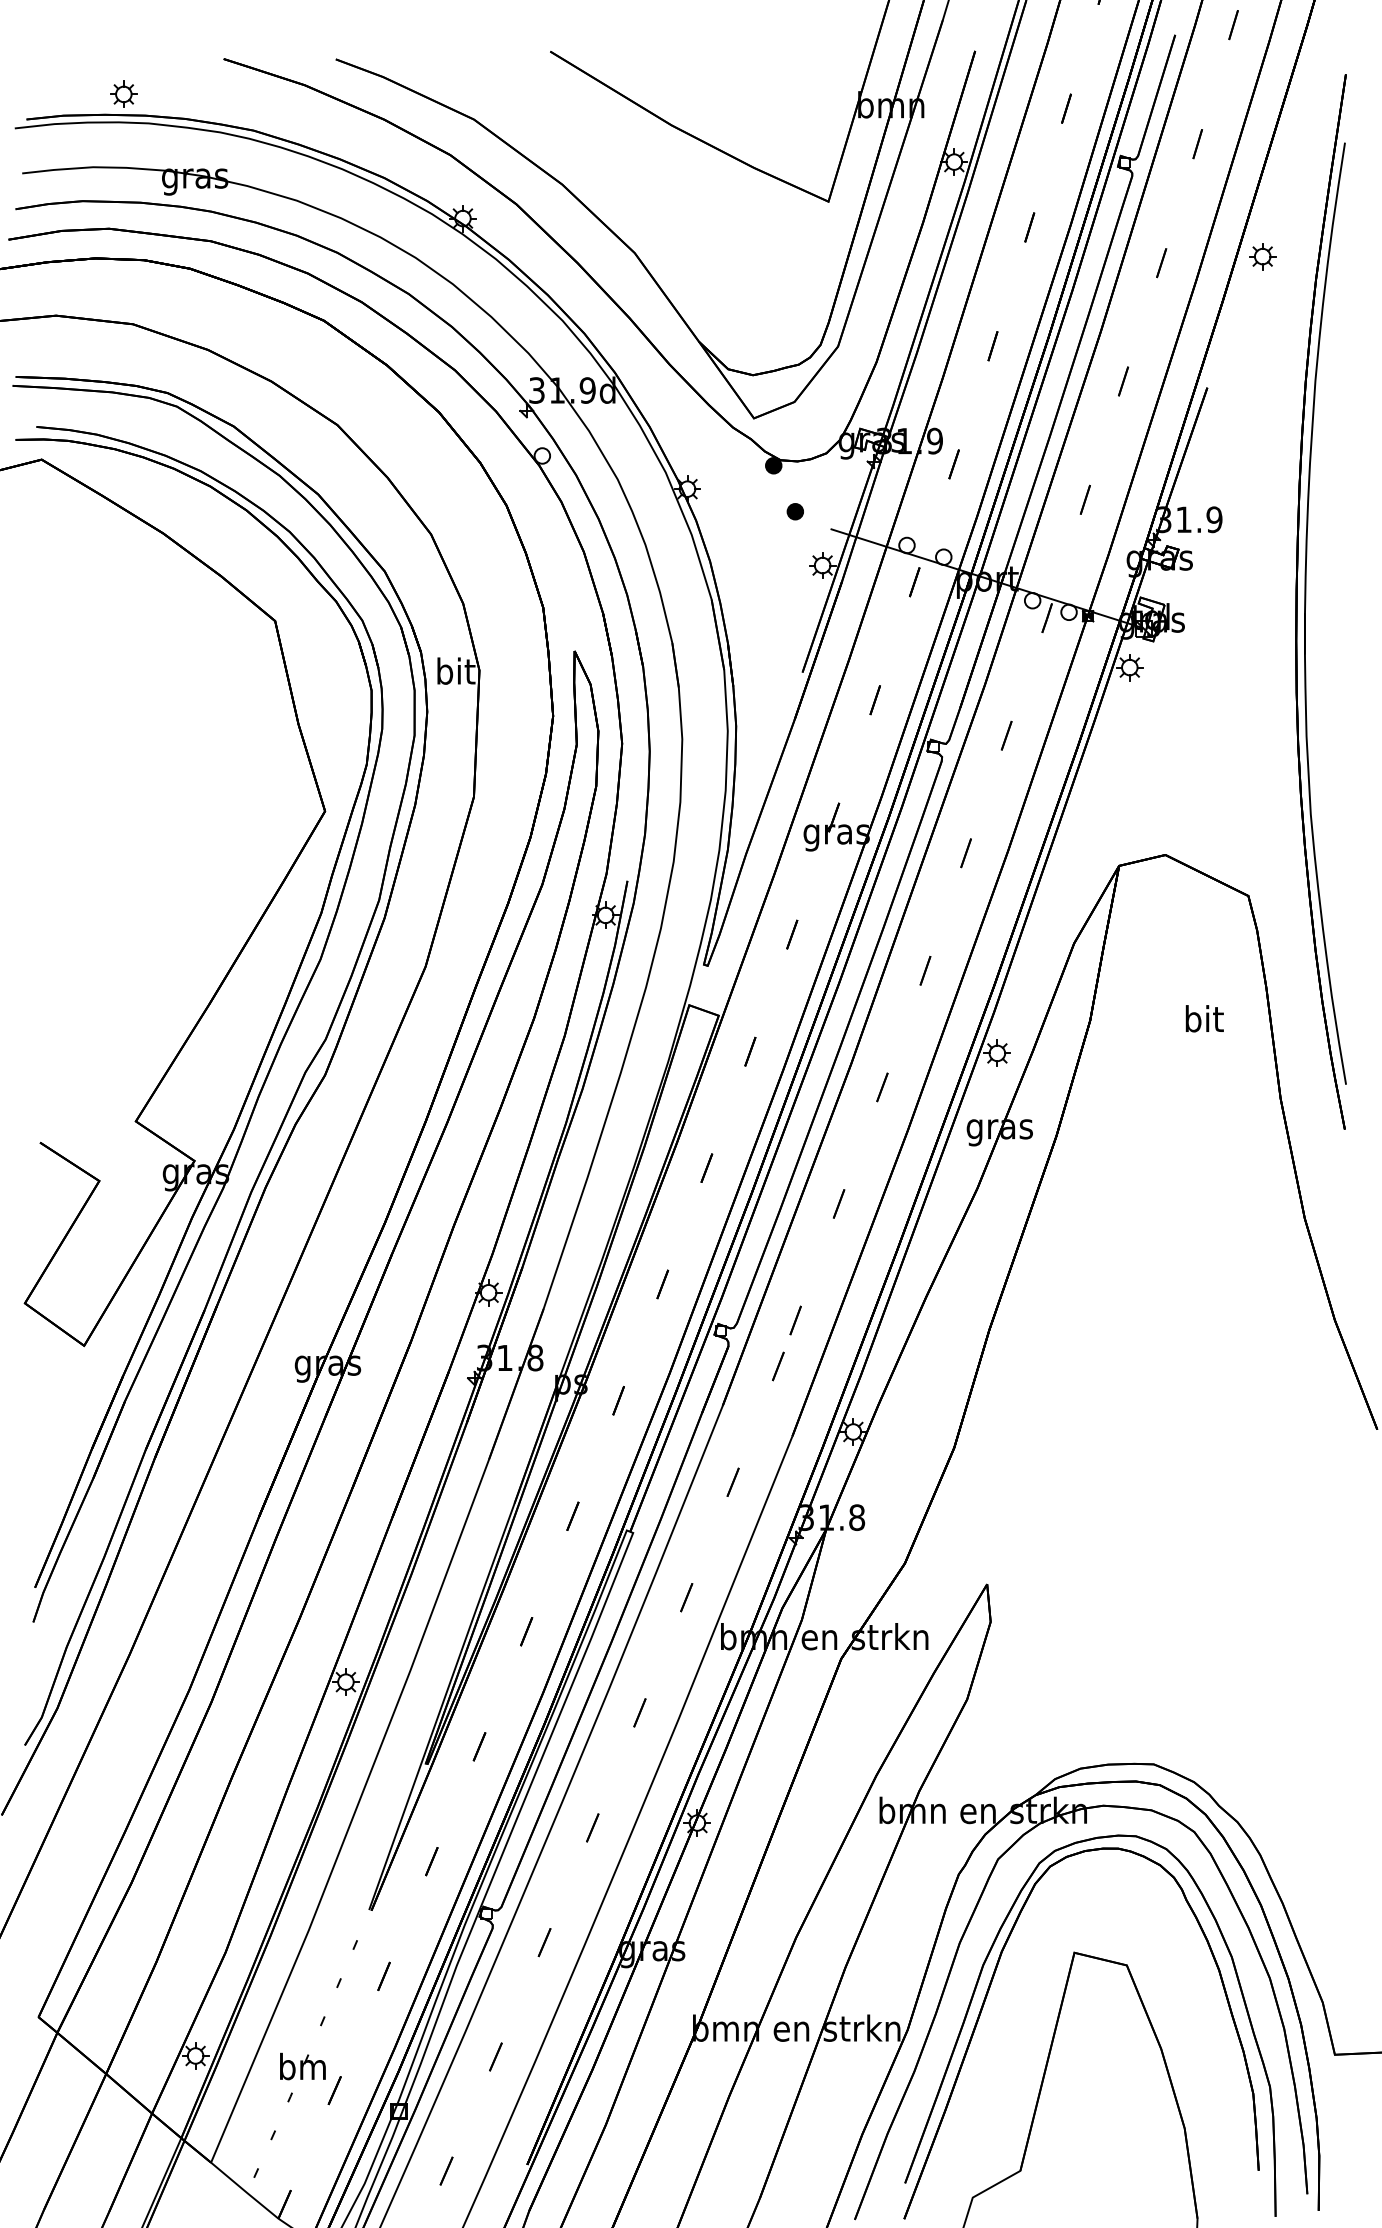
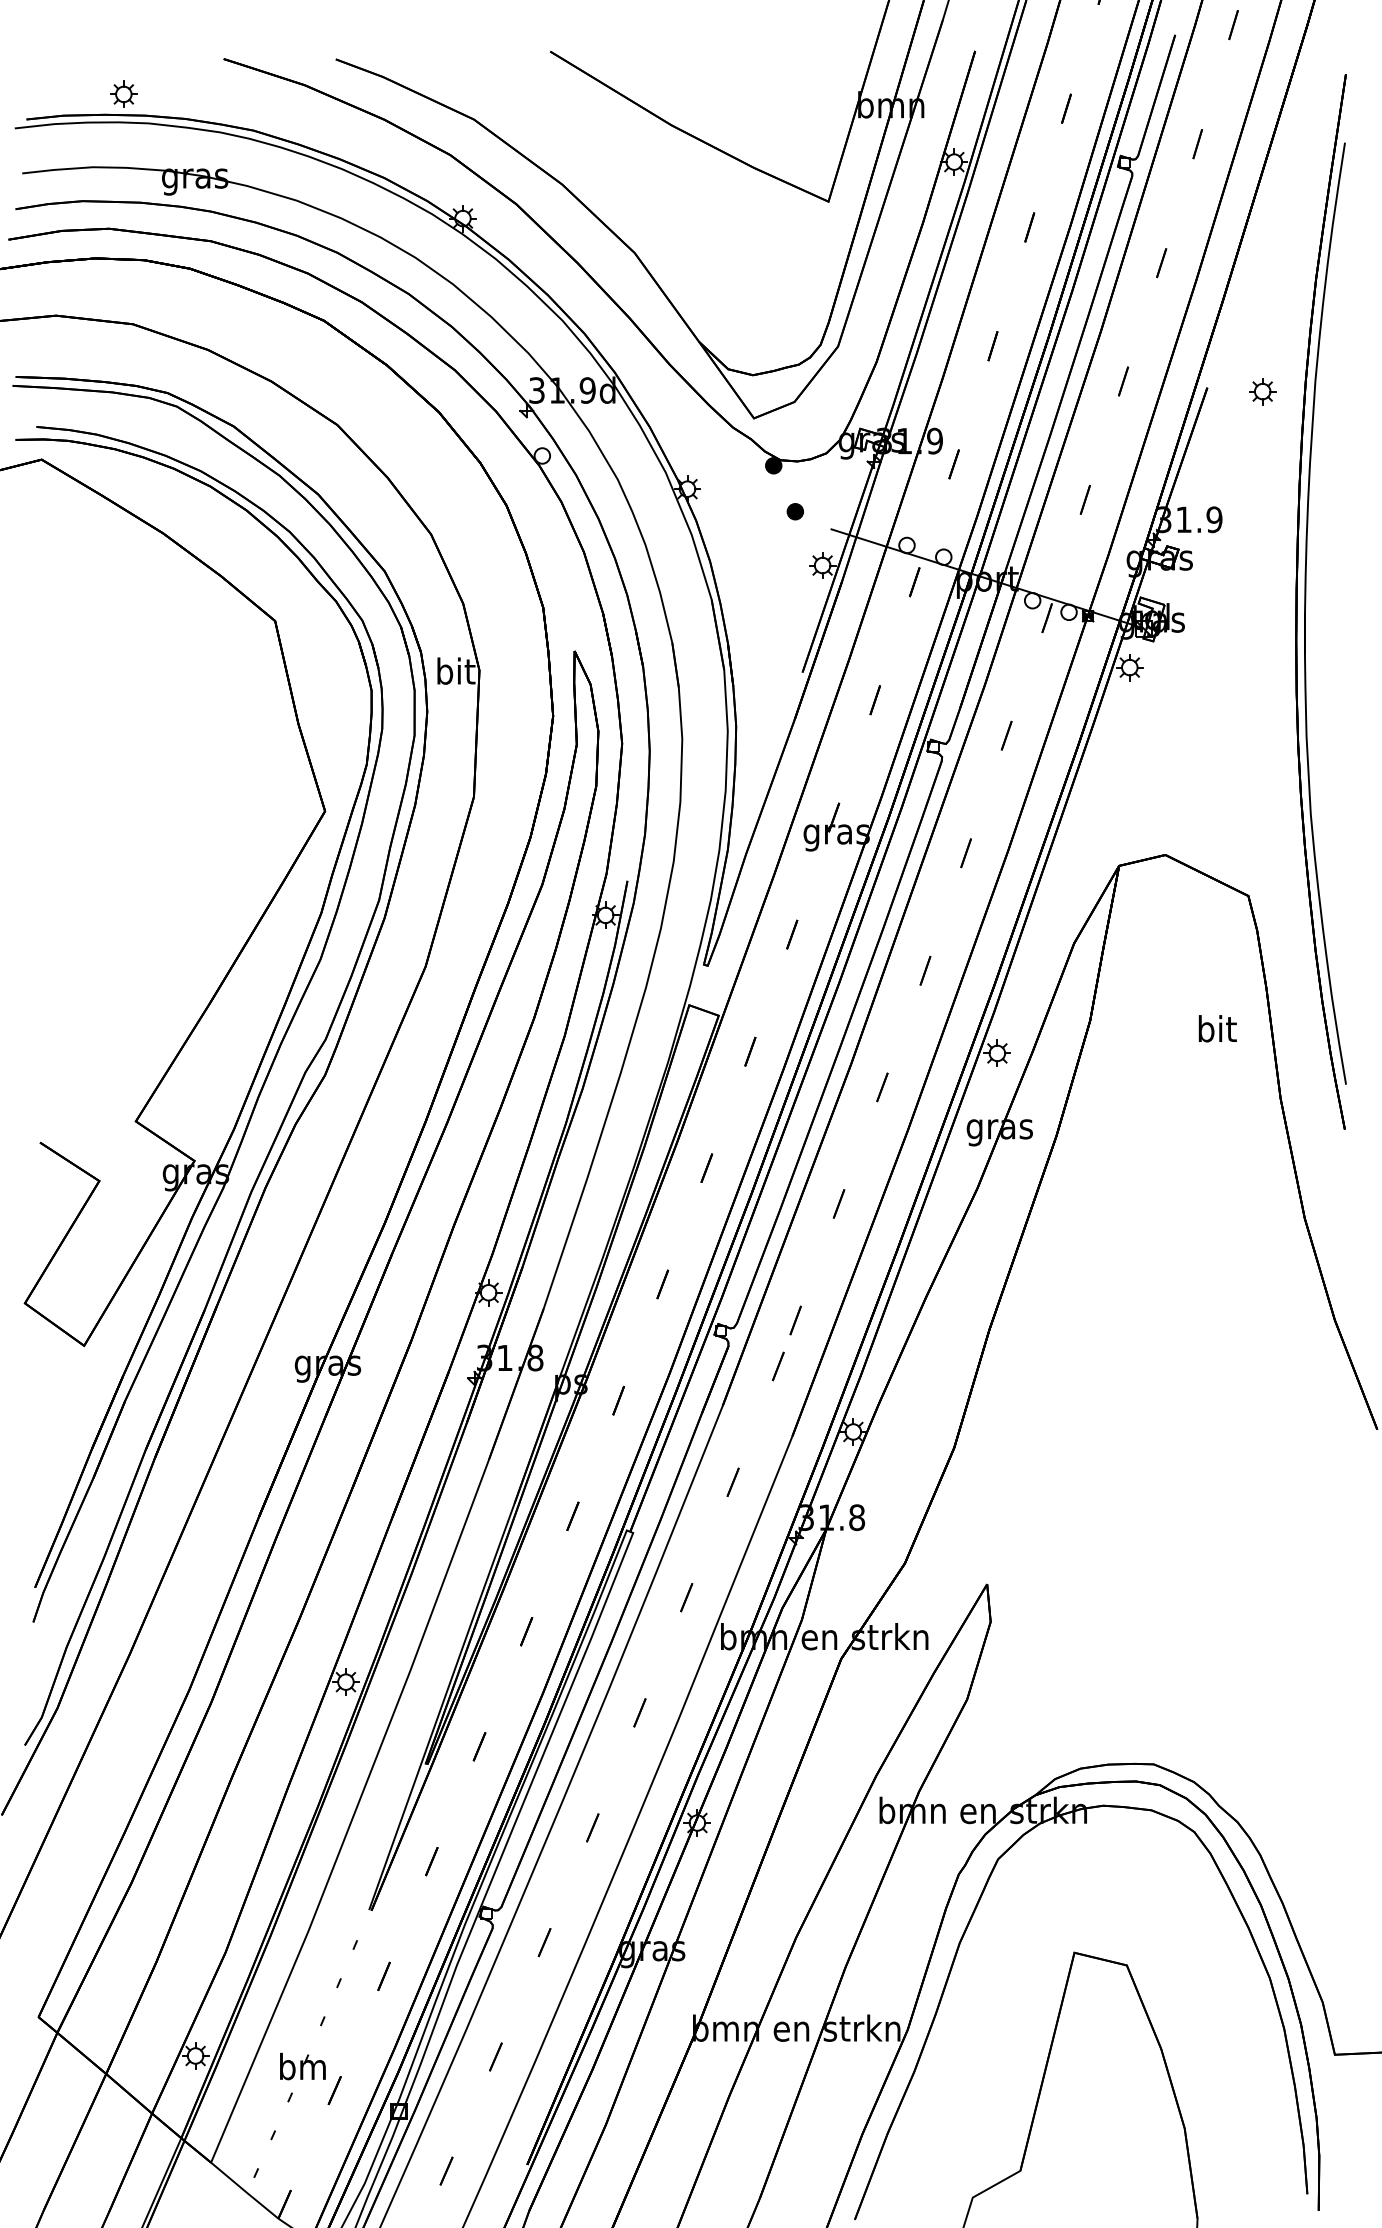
part at (1262, 256) position: (1262, 256) -> (1262, 391)
text at (1204, 1018) position: (1204, 1018) -> (1217, 1028)
part at (988, 1993): present -> none
